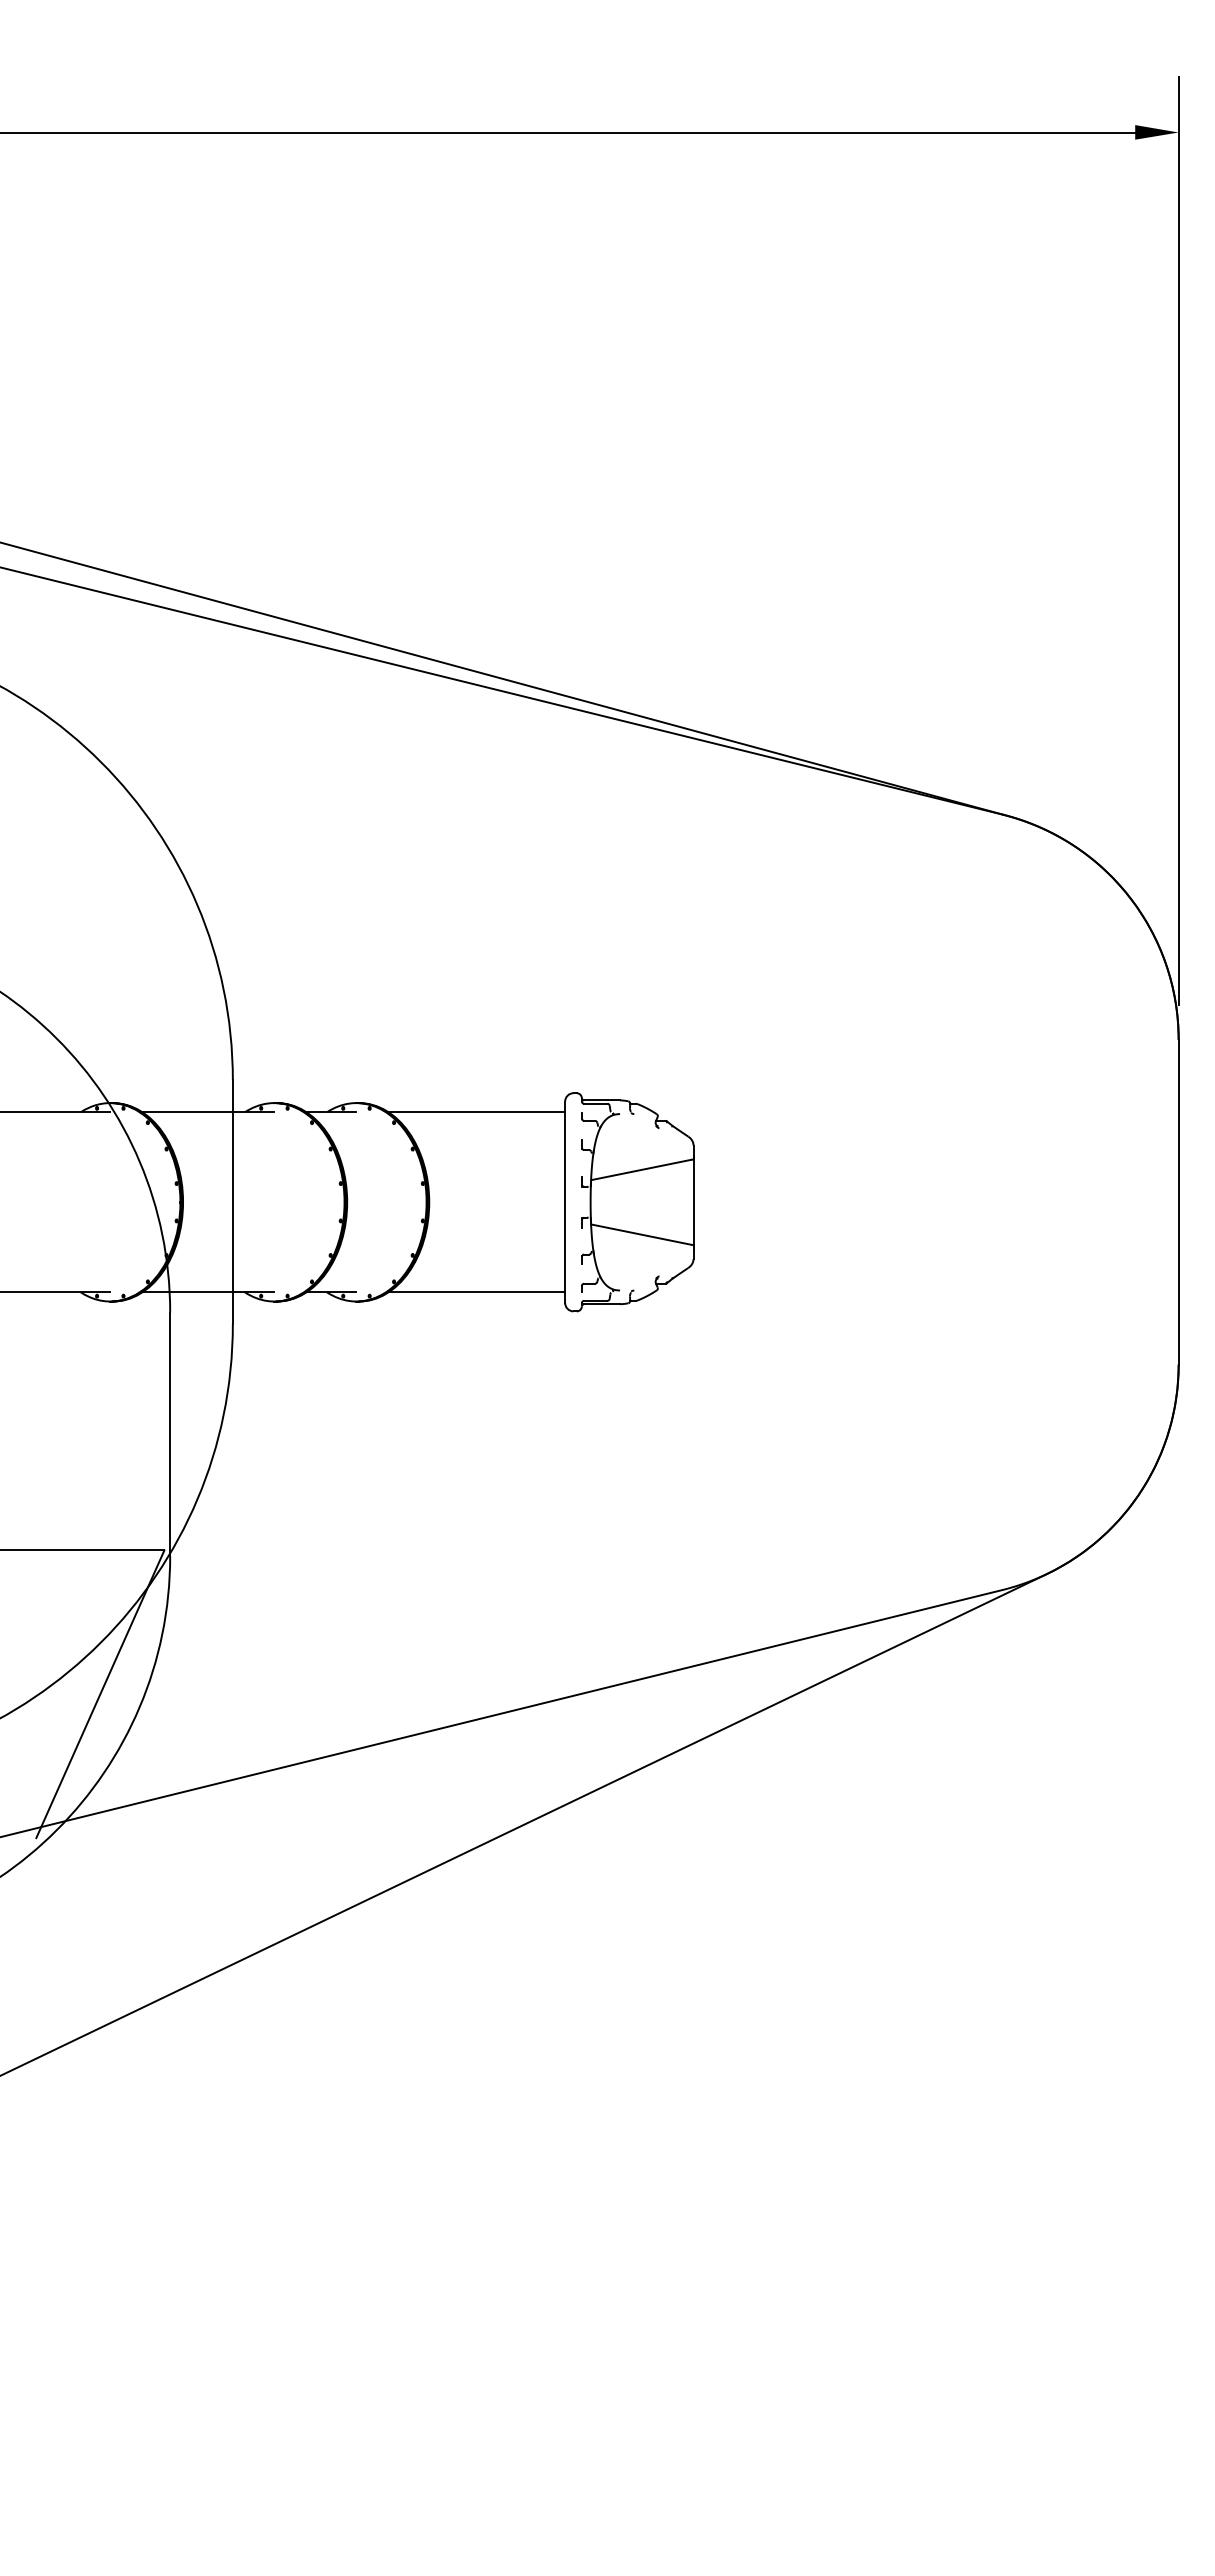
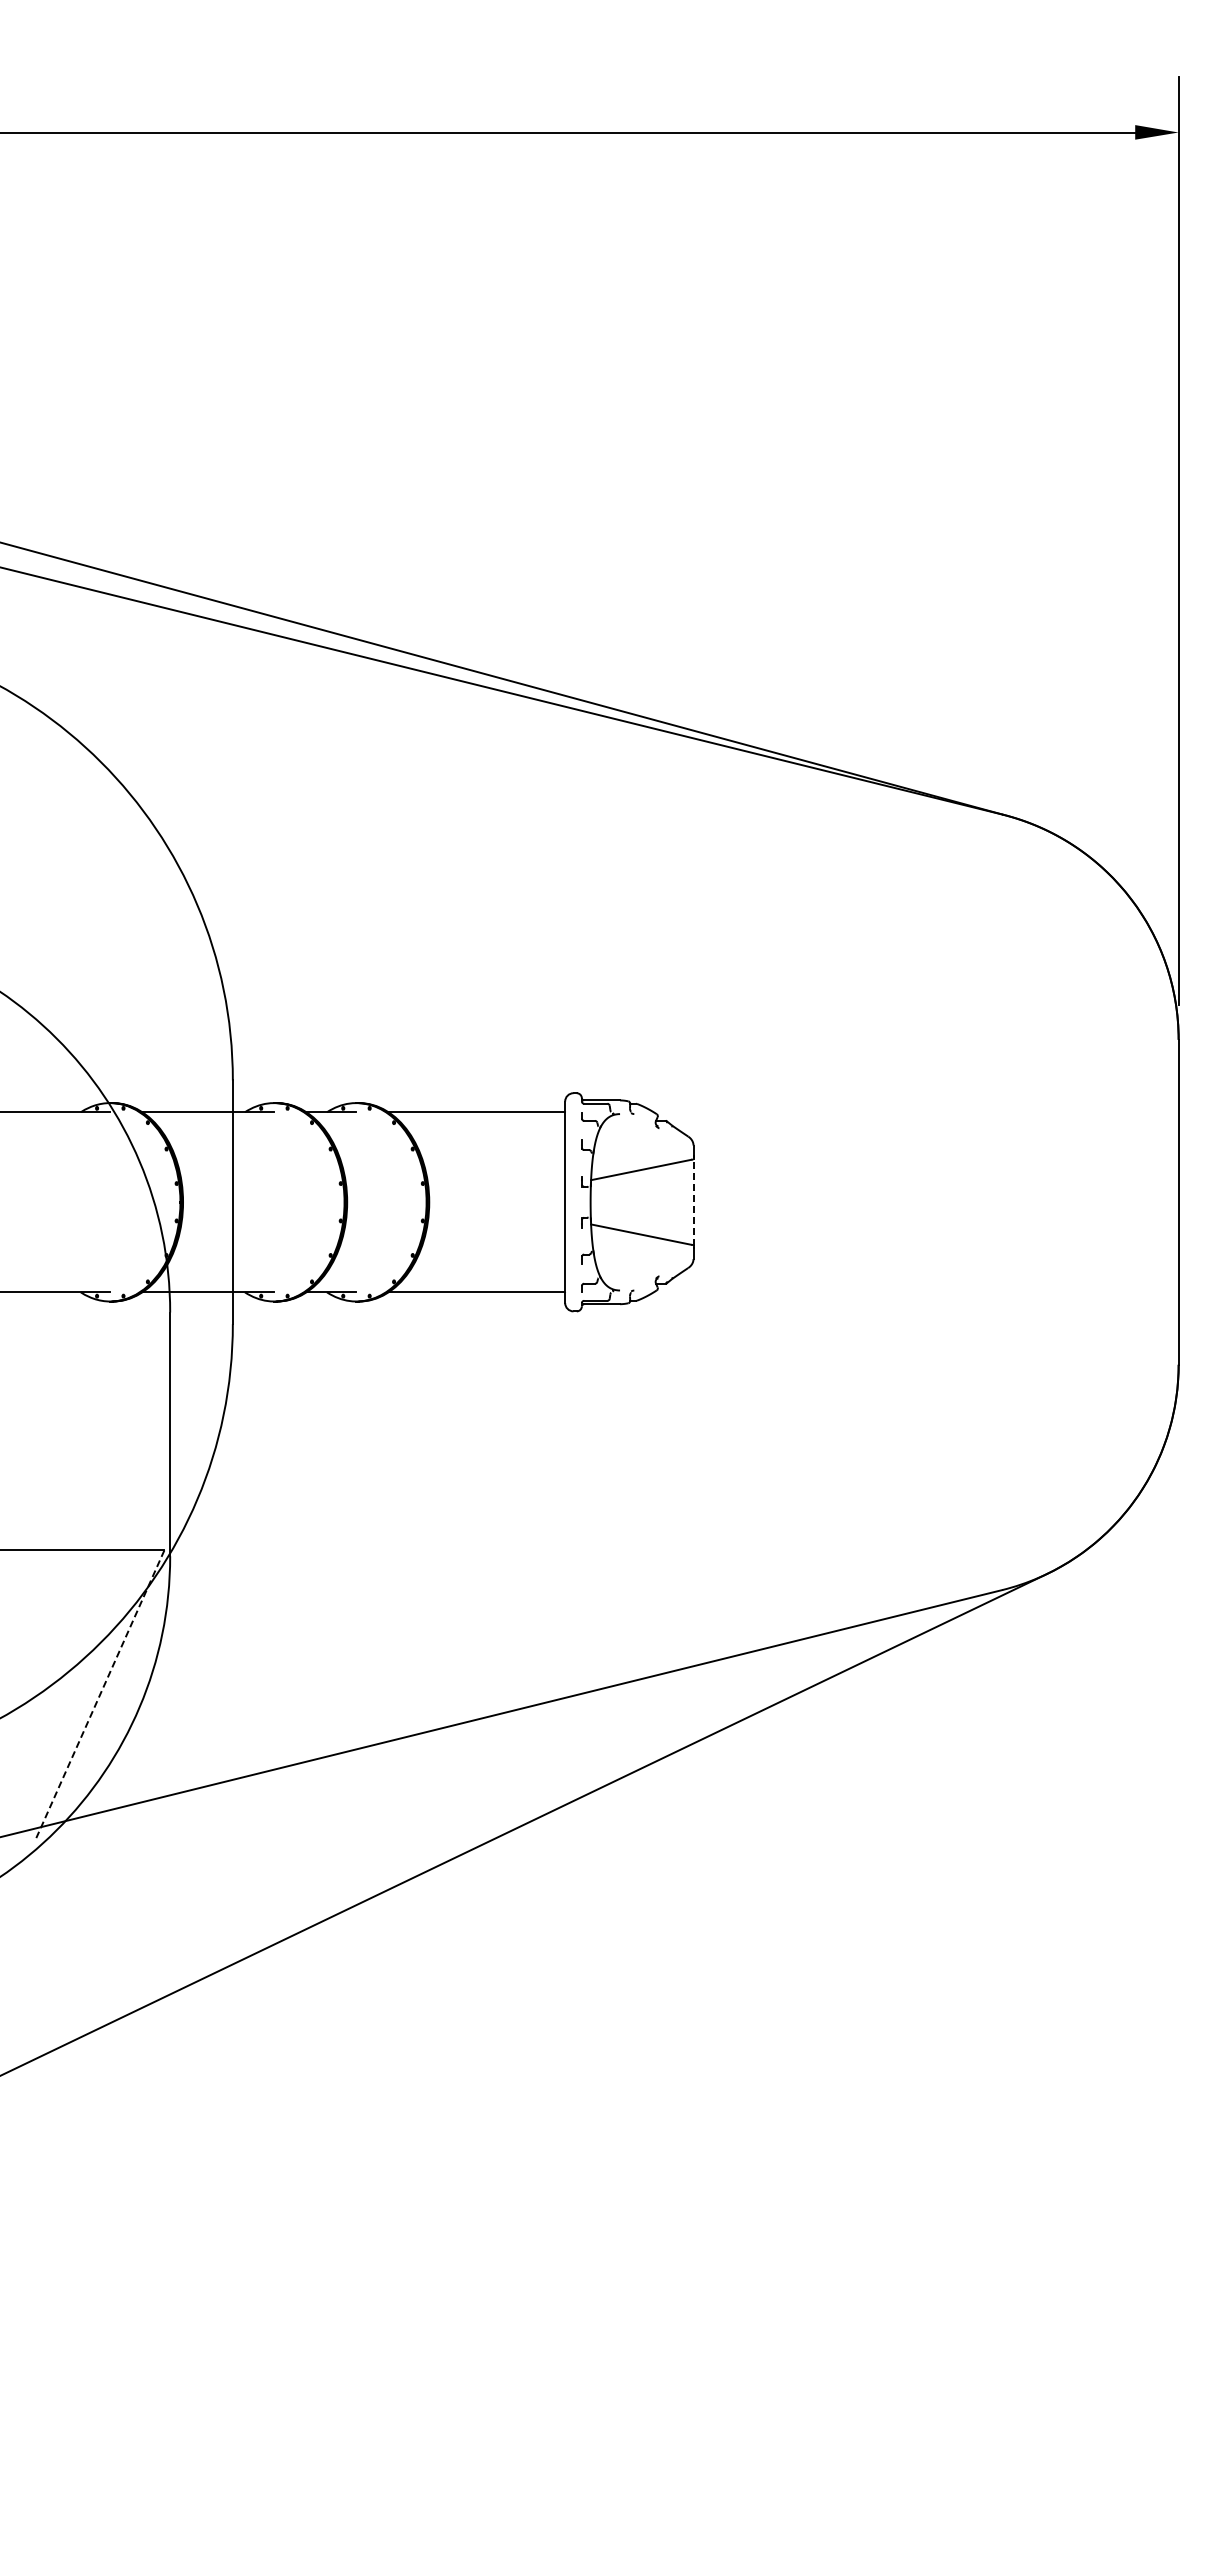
line at (693, 1202): solid -> dashed
line at (100, 1694): solid -> dashed
